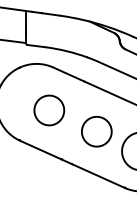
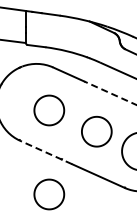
line at (110, 93): solid -> dashed
line at (46, 152): solid -> dashed
part at (49, 194): none -> present
